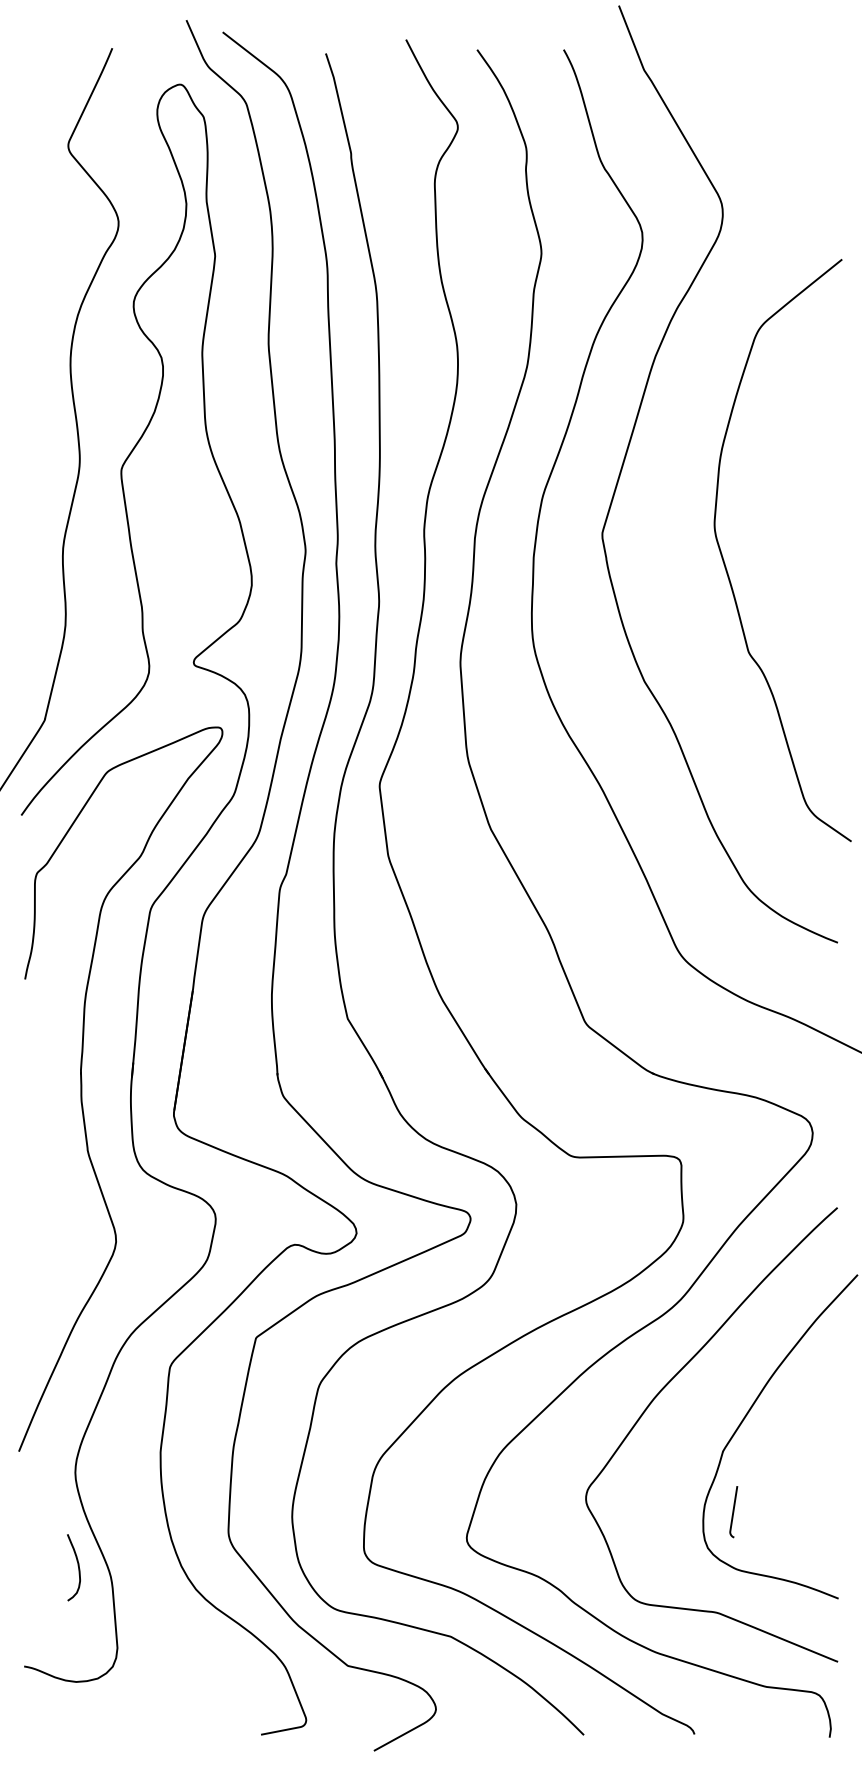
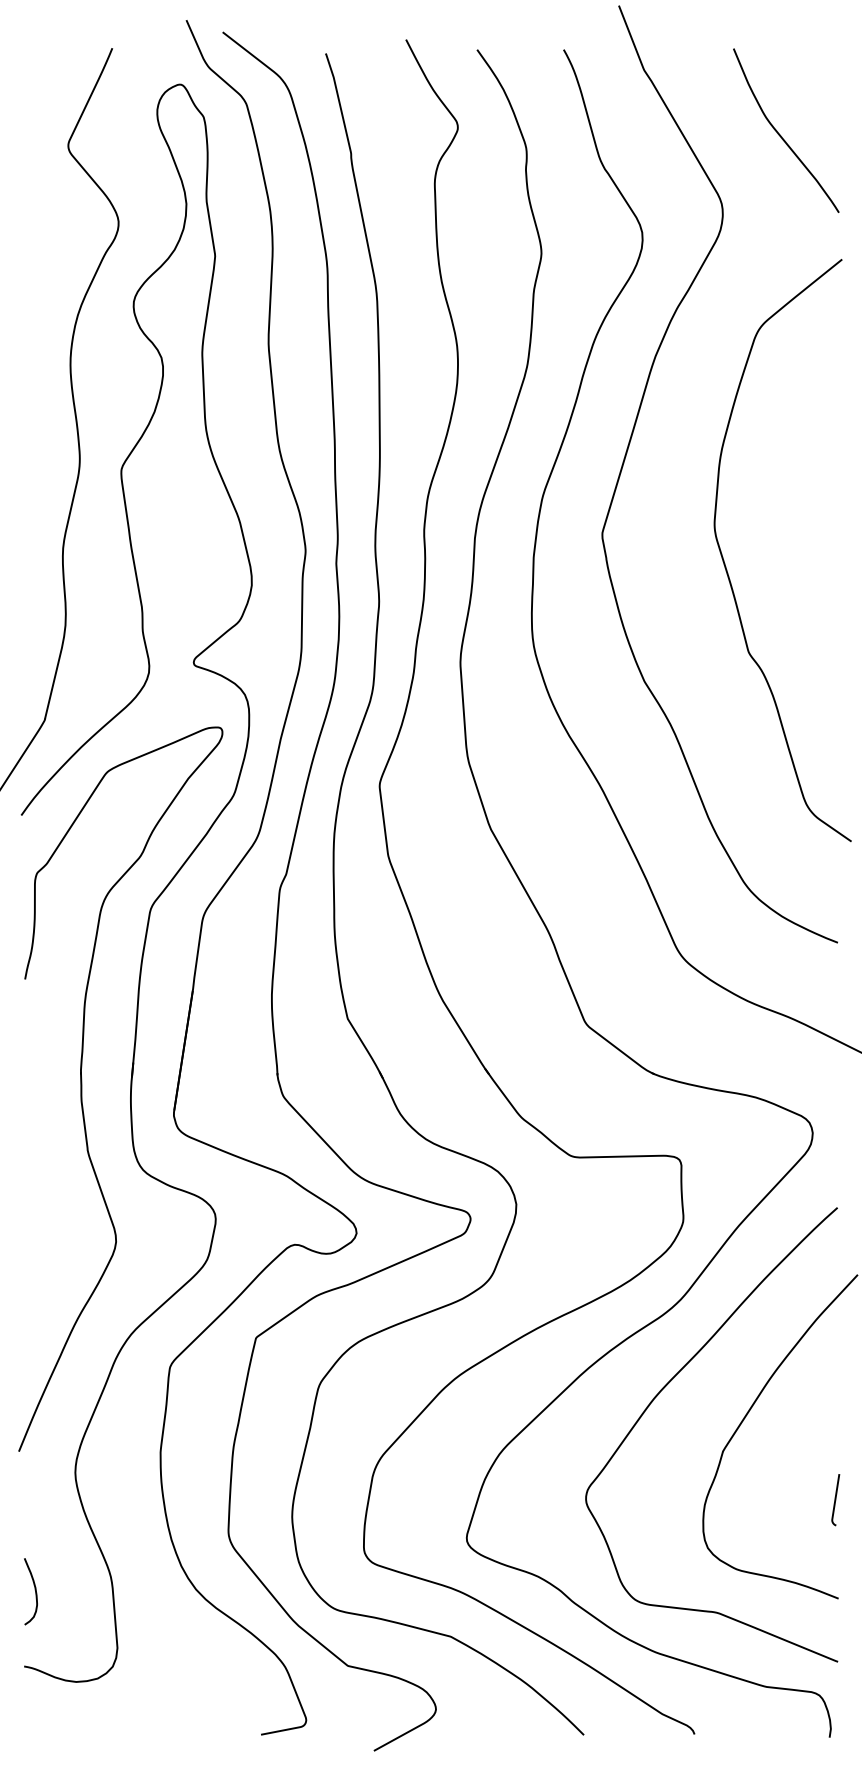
curve at (781, 135): none -> present
curve at (733, 1512) position: (733, 1512) -> (835, 1500)
curve at (77, 1565) position: (77, 1565) -> (34, 1589)
